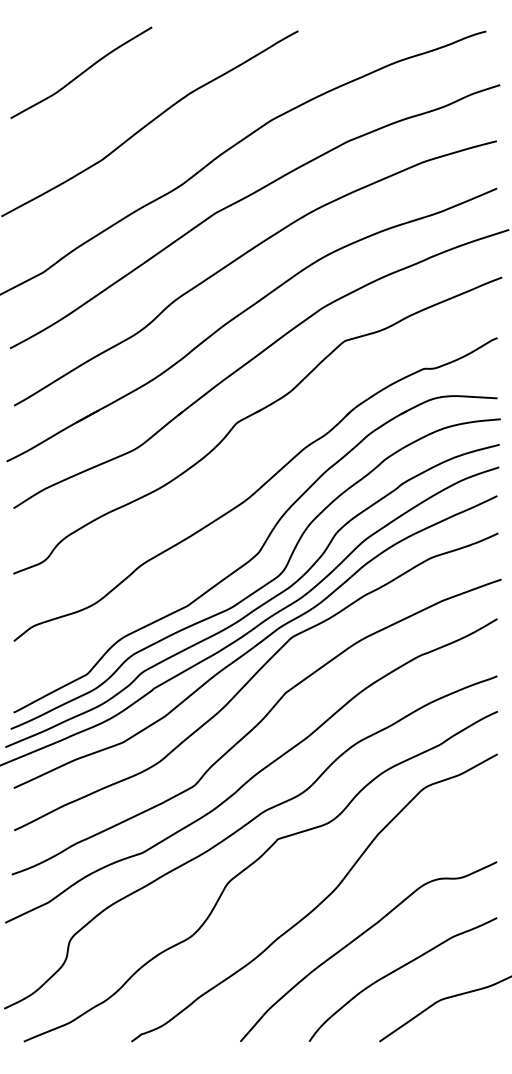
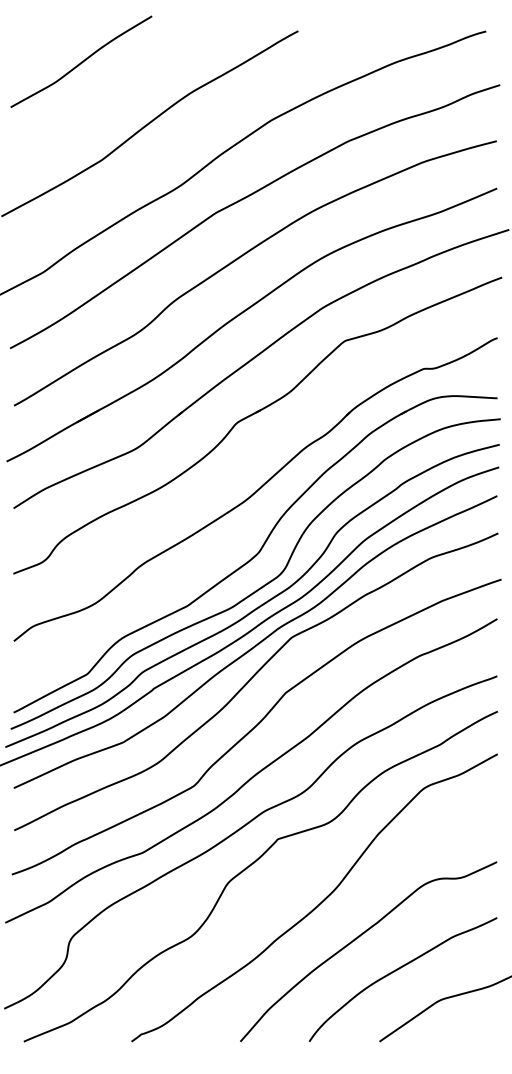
curve at (81, 72) position: (81, 72) -> (81, 61)
